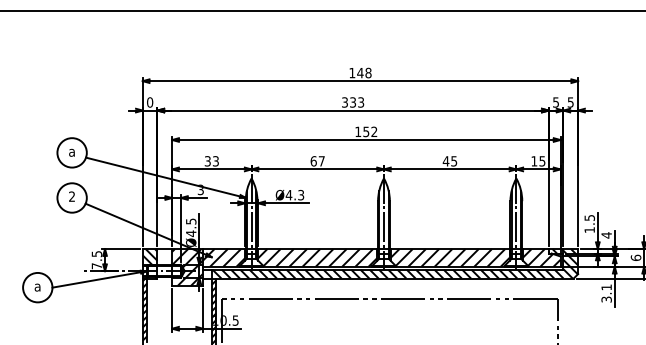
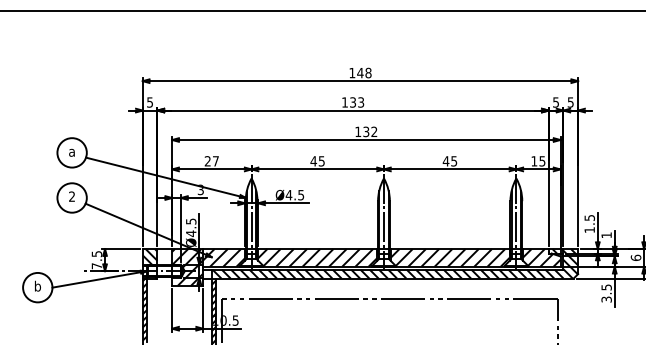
text at (150, 102): 0 -> 5
text at (344, 102): 333 -> 133
text at (366, 131): 152 -> 132
text at (211, 161): 33 -> 27
text at (317, 161): 67 -> 45
text at (301, 194): Ø4.3 -> Ø4.5
text at (606, 235): 4 -> 1
text at (37, 285): a -> b
text at (606, 287): 3.1 -> 3.5
